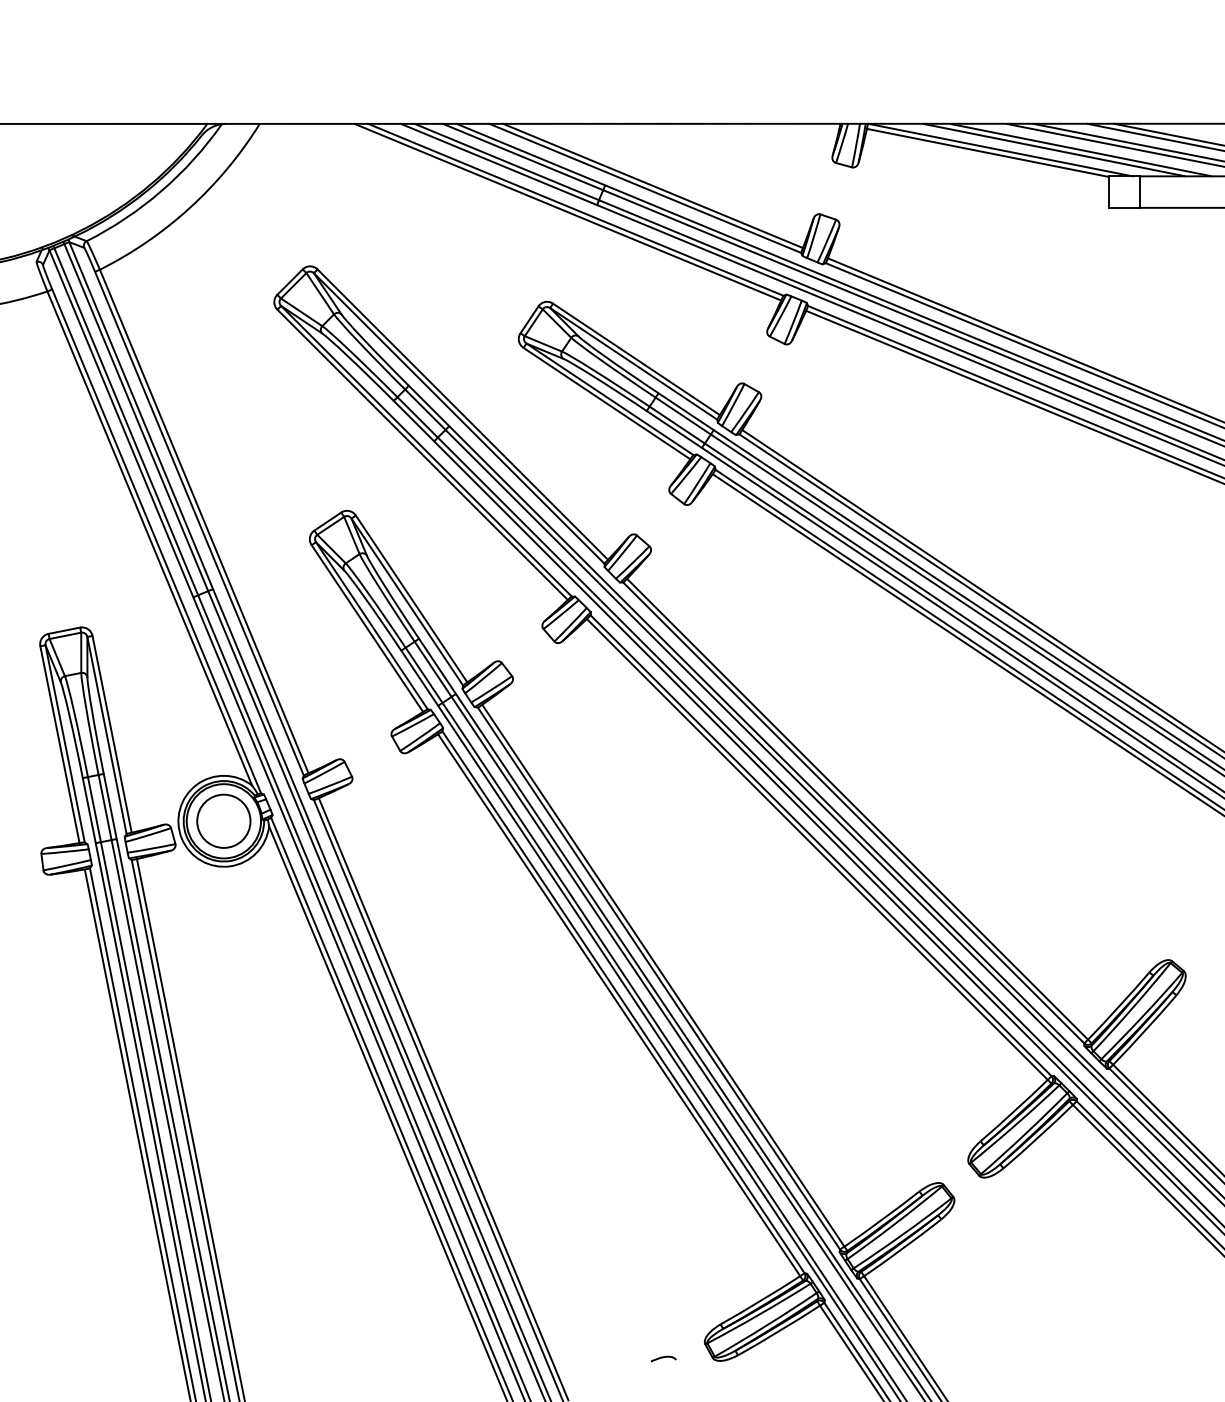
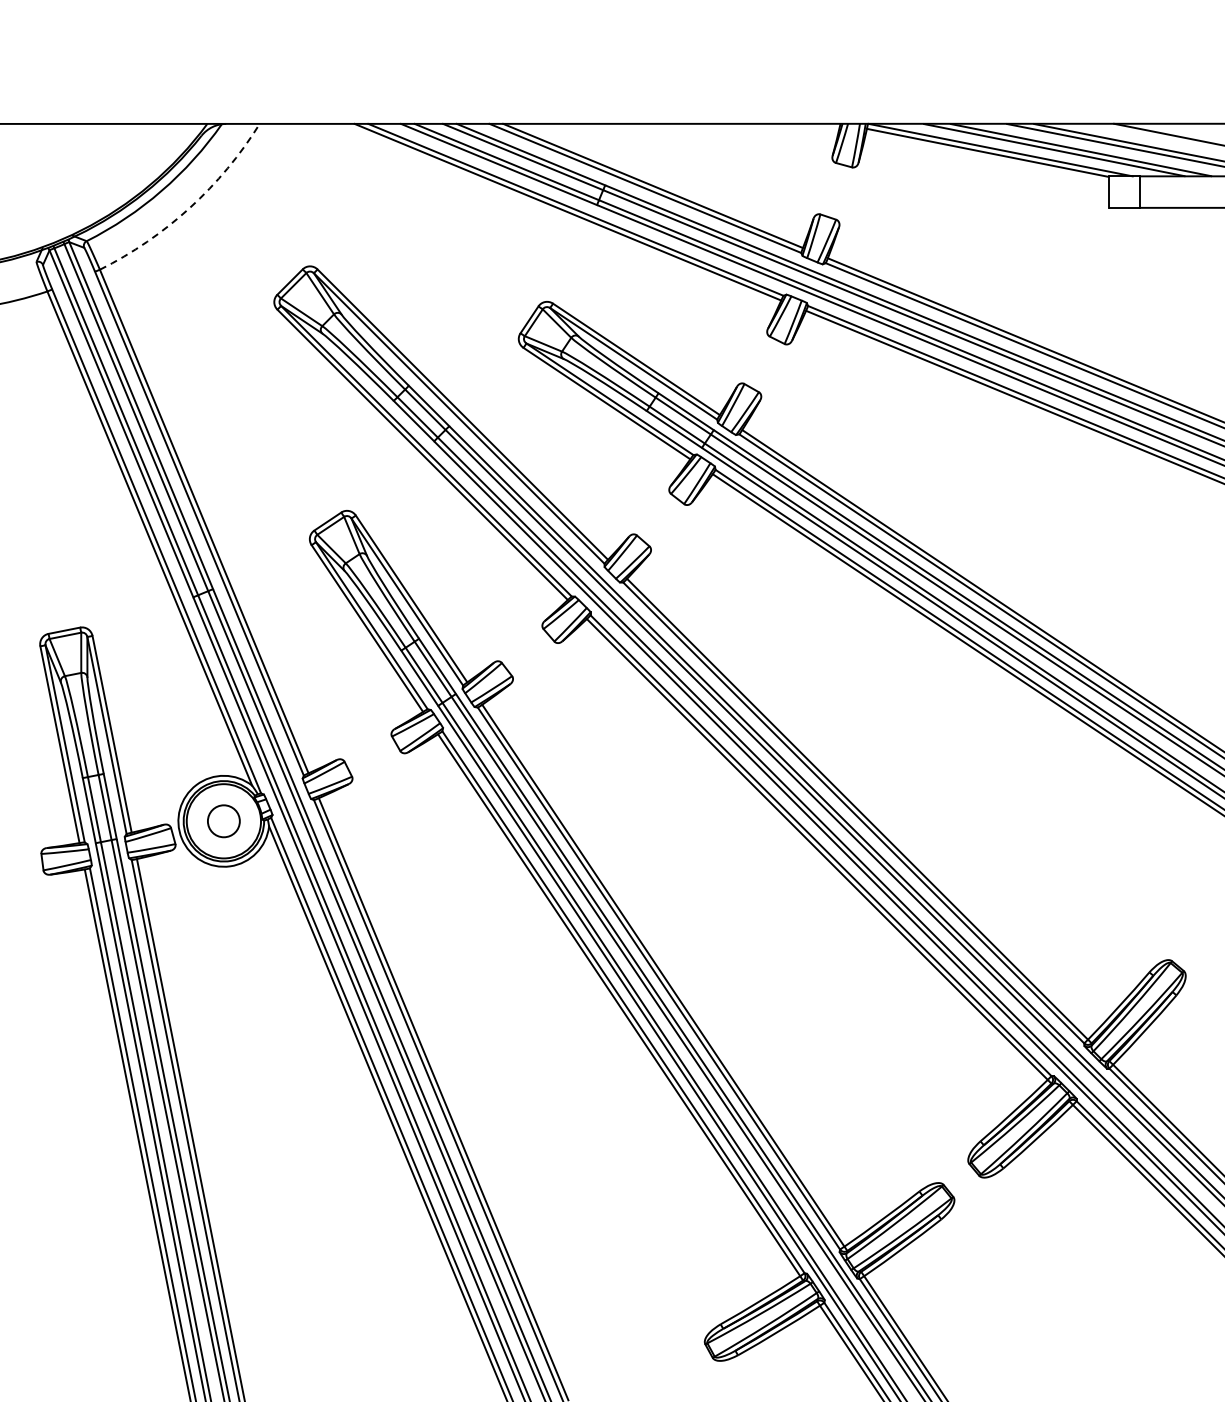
line at (1154, 136): present -> none
arc at (189, 207): solid -> dashed
circle at (223, 820) diameter: 53 px -> 32 px
curve at (663, 1358): present -> none
